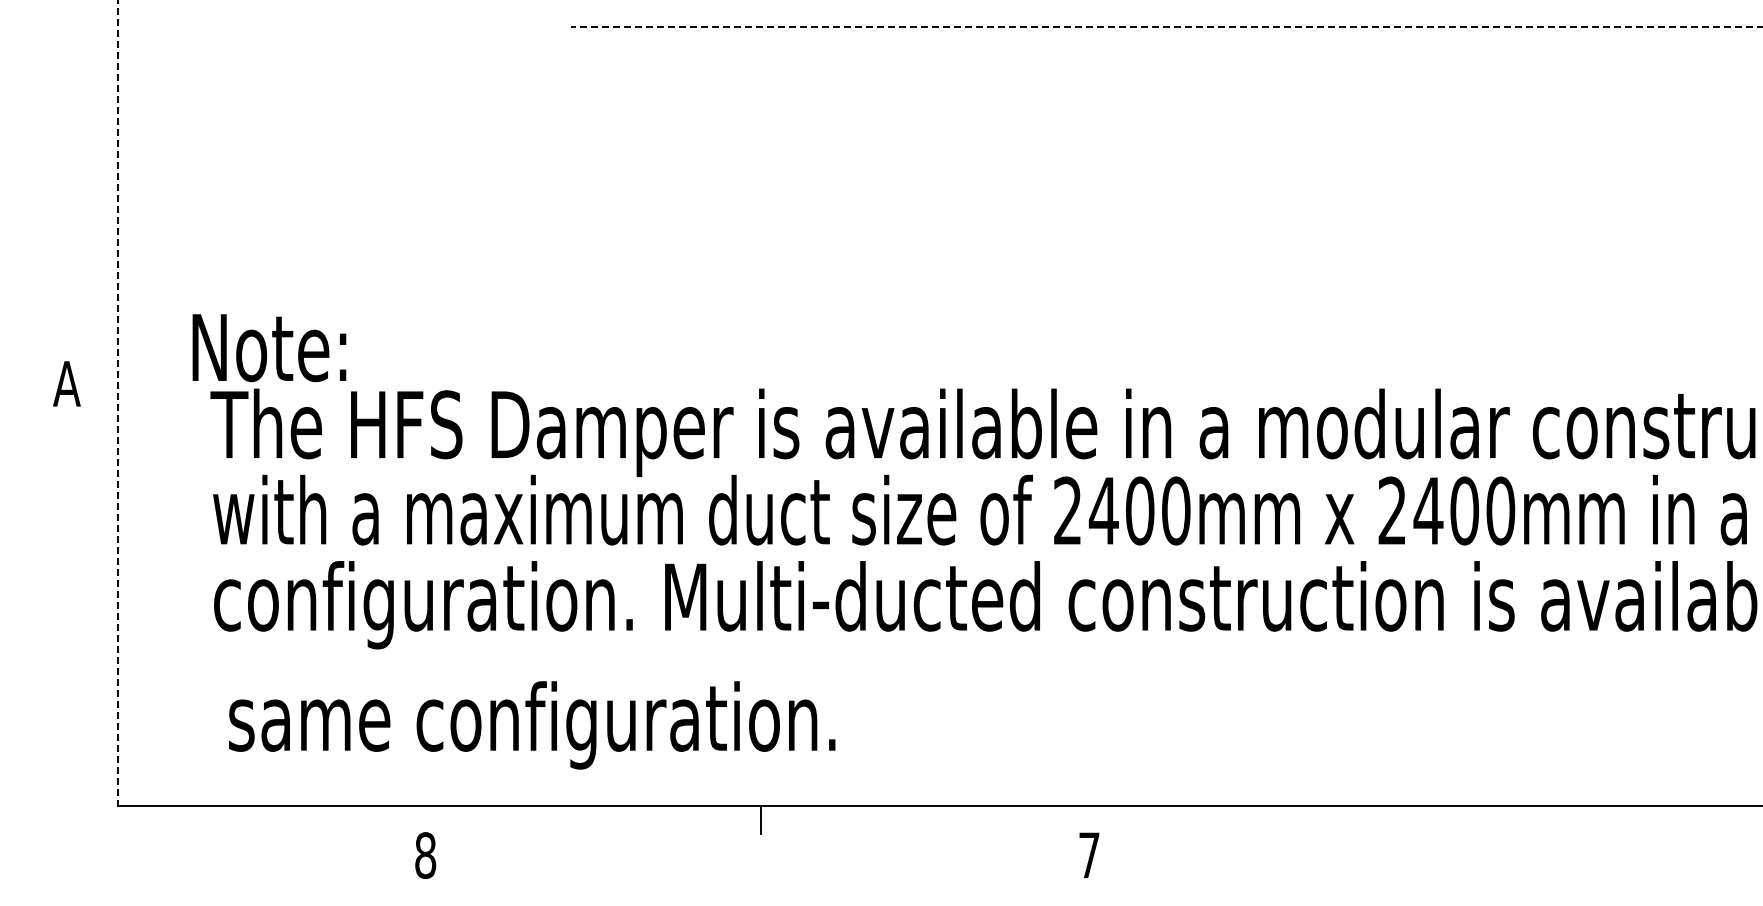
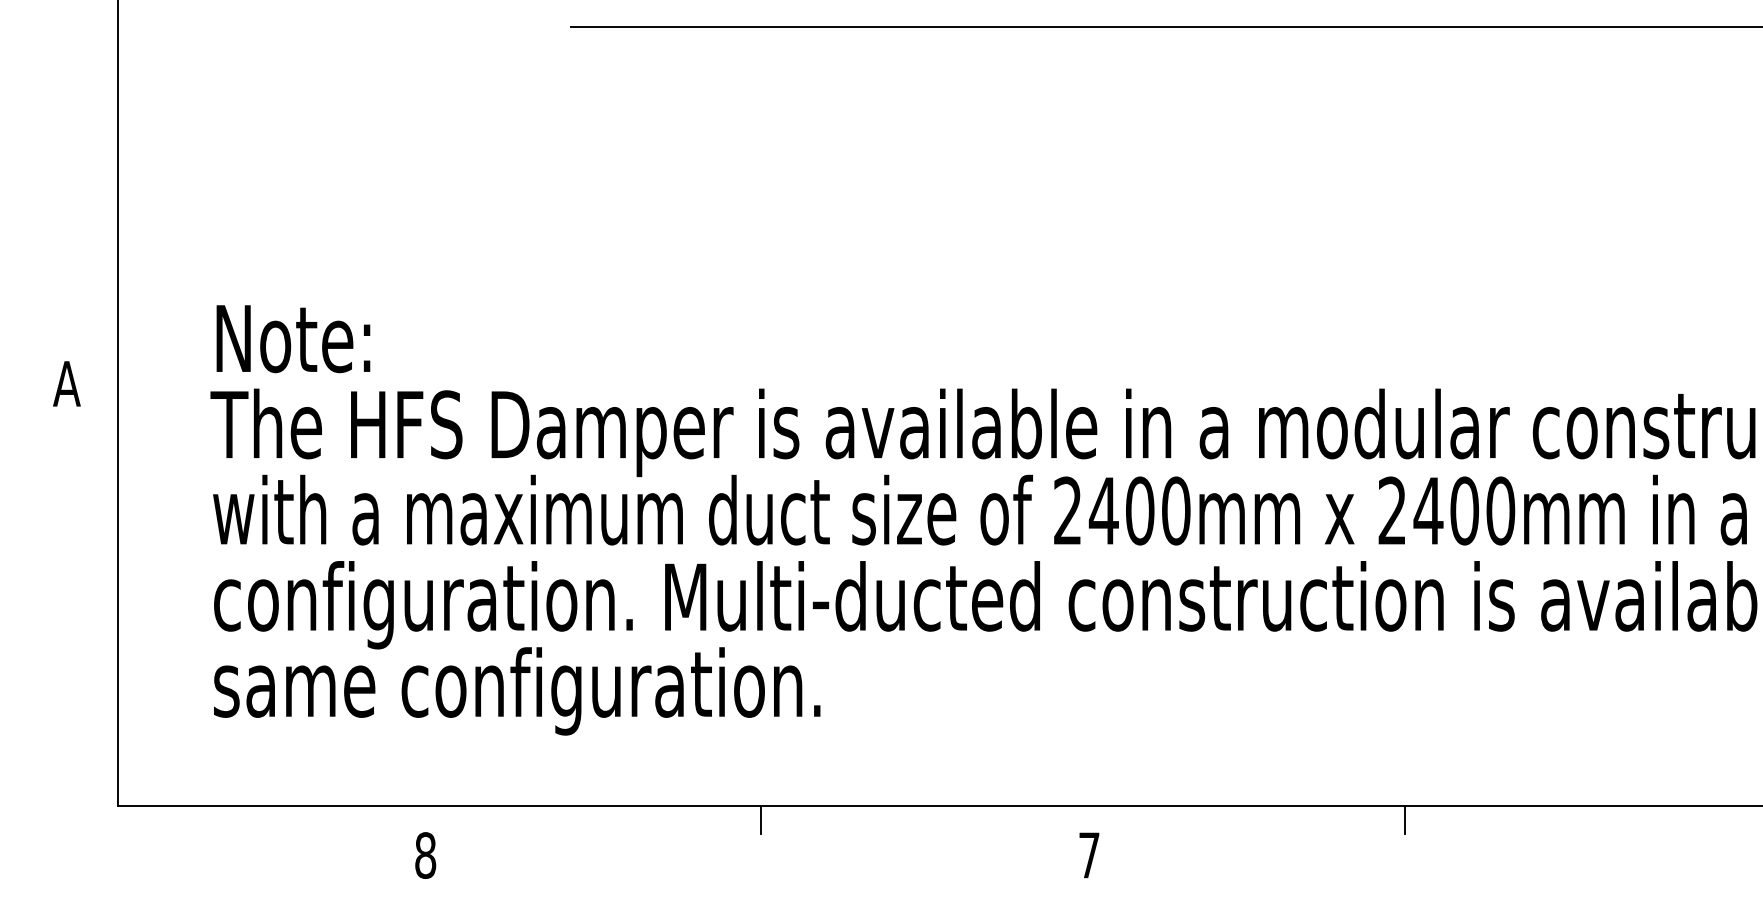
line at (1166, 26): dashed -> solid
text at (269, 348) position: (269, 348) -> (293, 339)
line at (118, 403): dashed -> solid
text at (532, 725) position: (532, 725) -> (517, 691)
line at (1404, 820): none -> present
